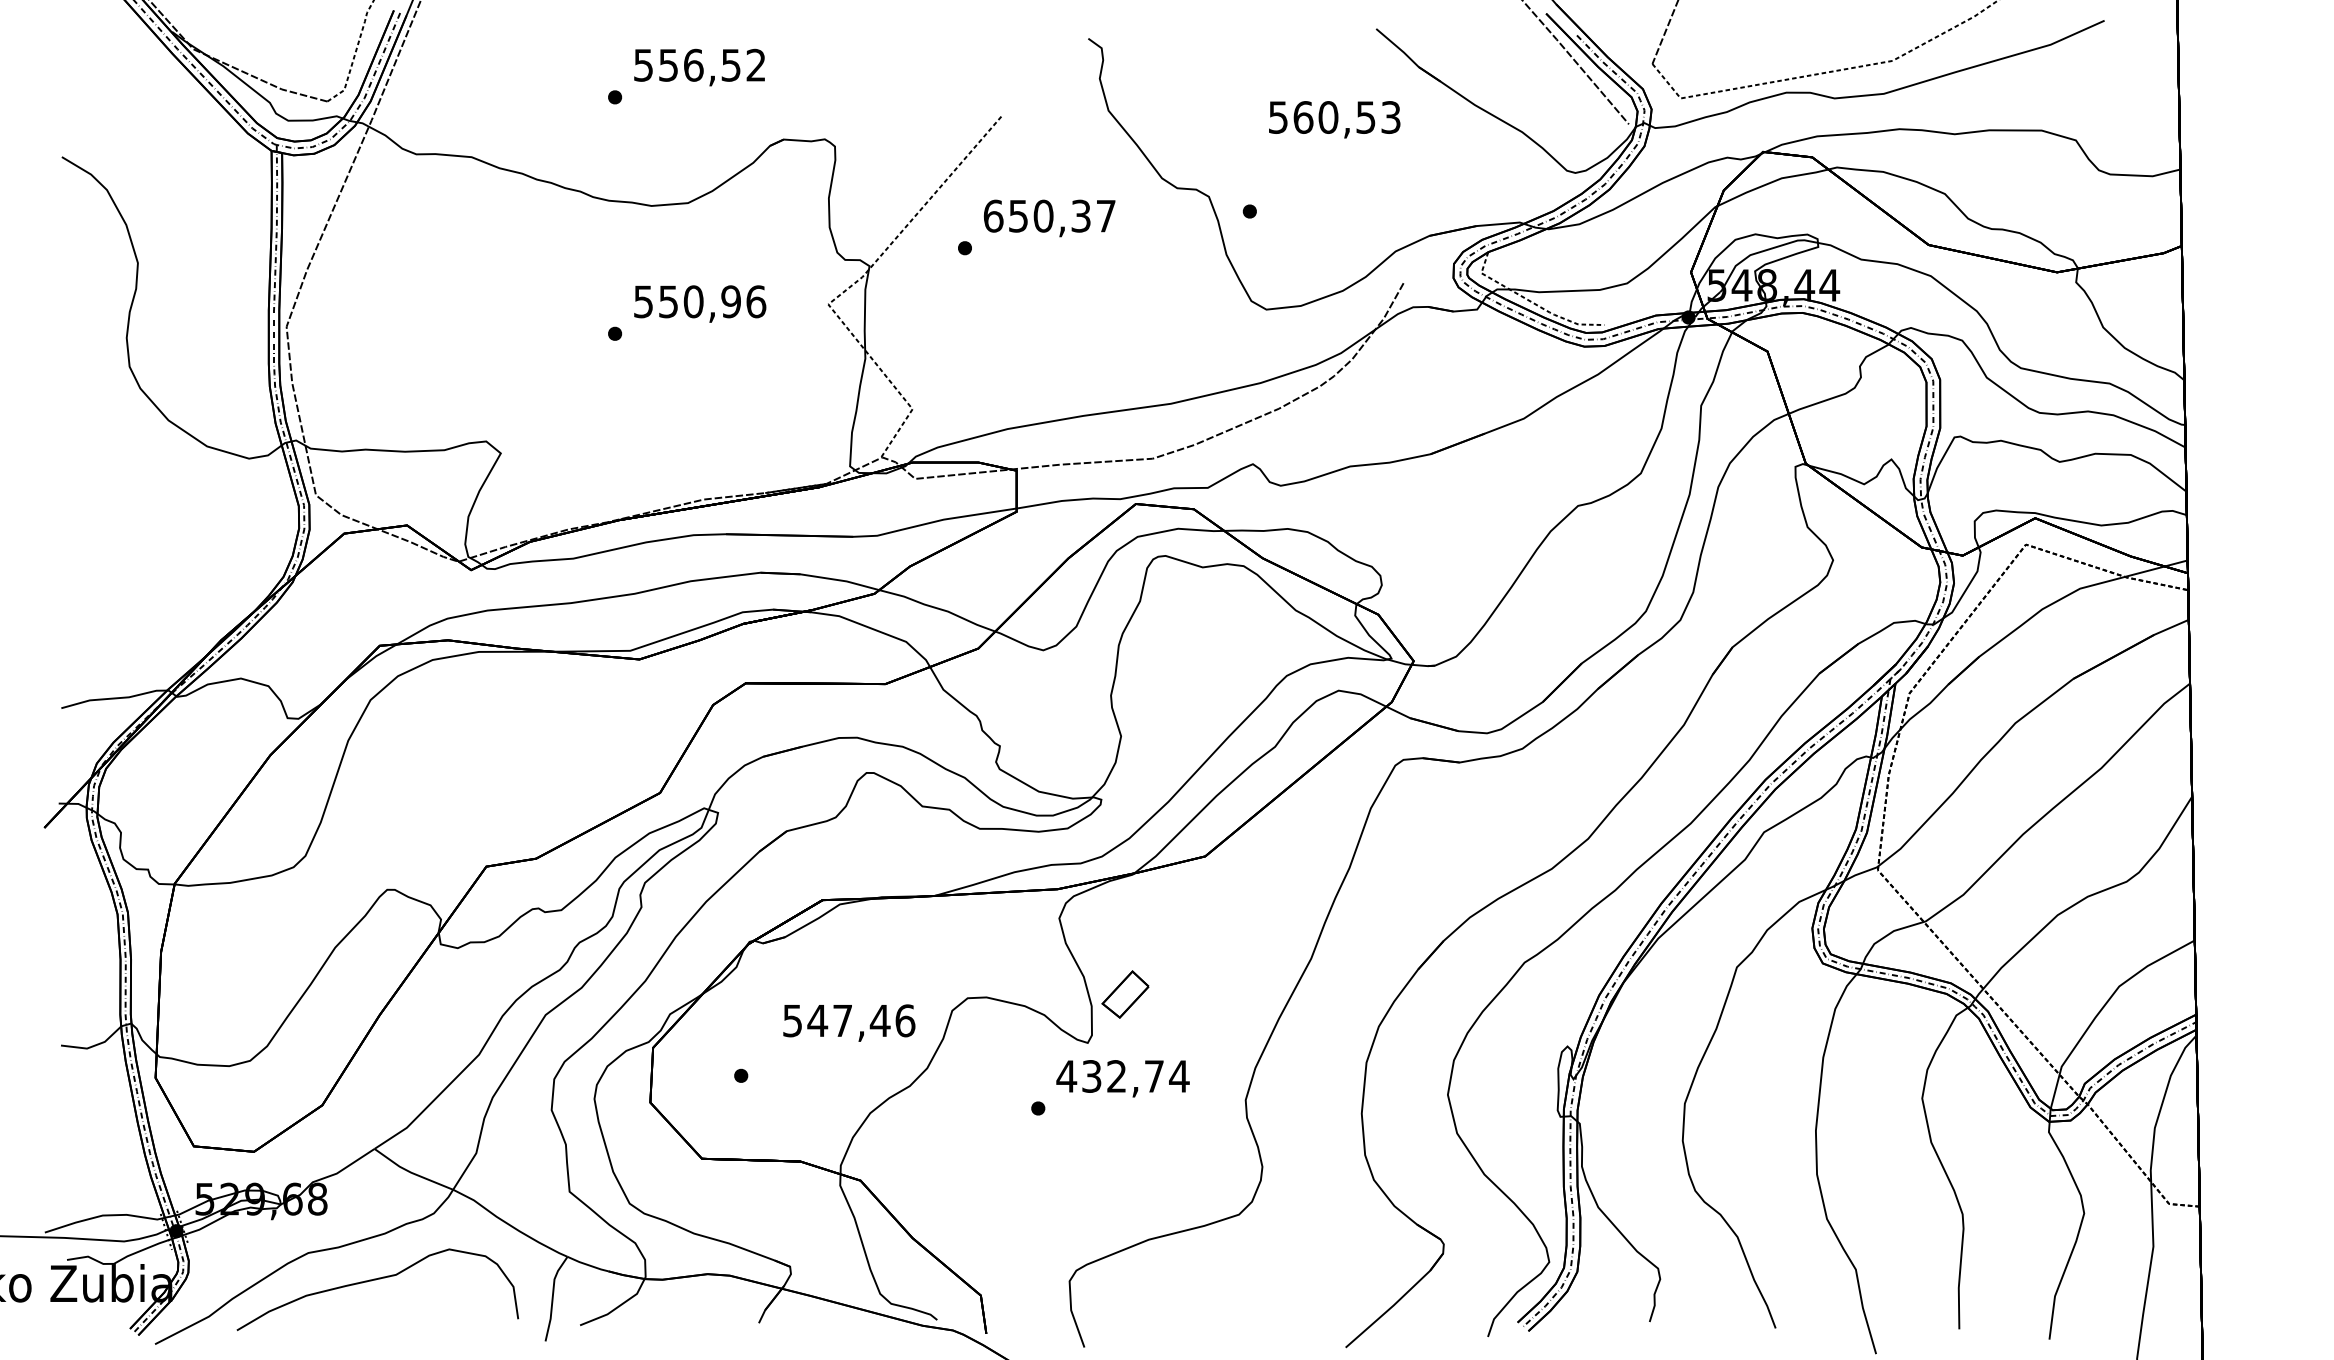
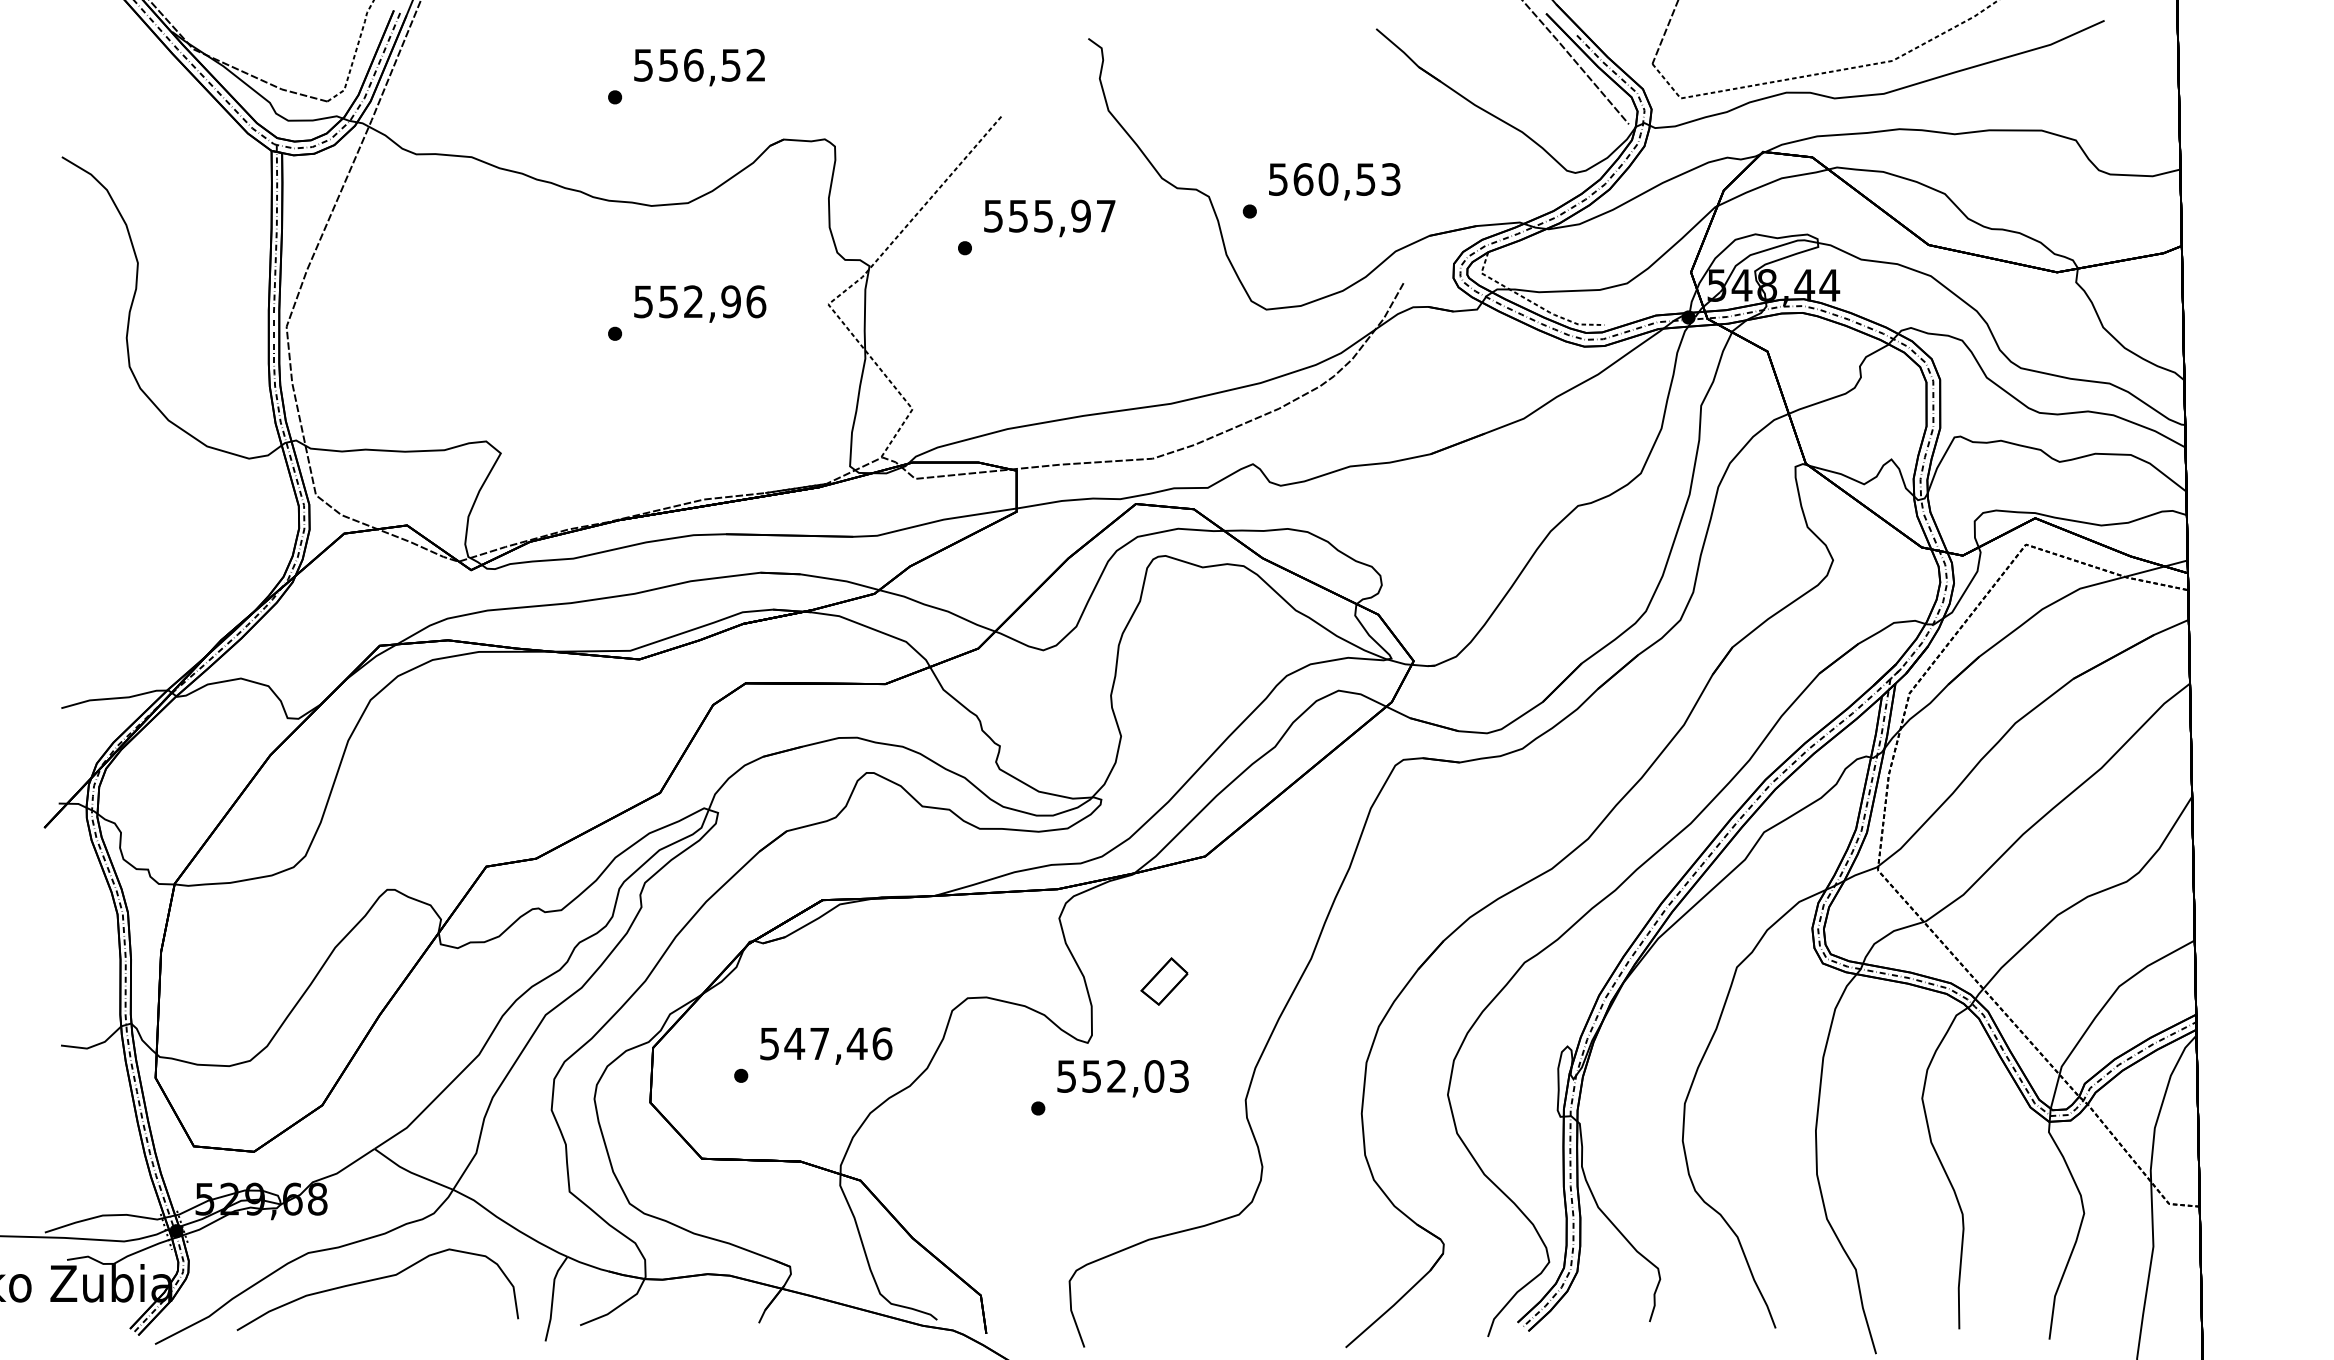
text at (1334, 119) position: (1334, 119) -> (1334, 181)
text at (1036, 215): 650,37 -> 555,97
text at (693, 301): 550,96 -> 552,96
part at (1125, 994) position: (1125, 994) -> (1164, 981)
text at (849, 1022) position: (849, 1022) -> (826, 1045)
text at (1122, 1076): 432,74 -> 552,03
